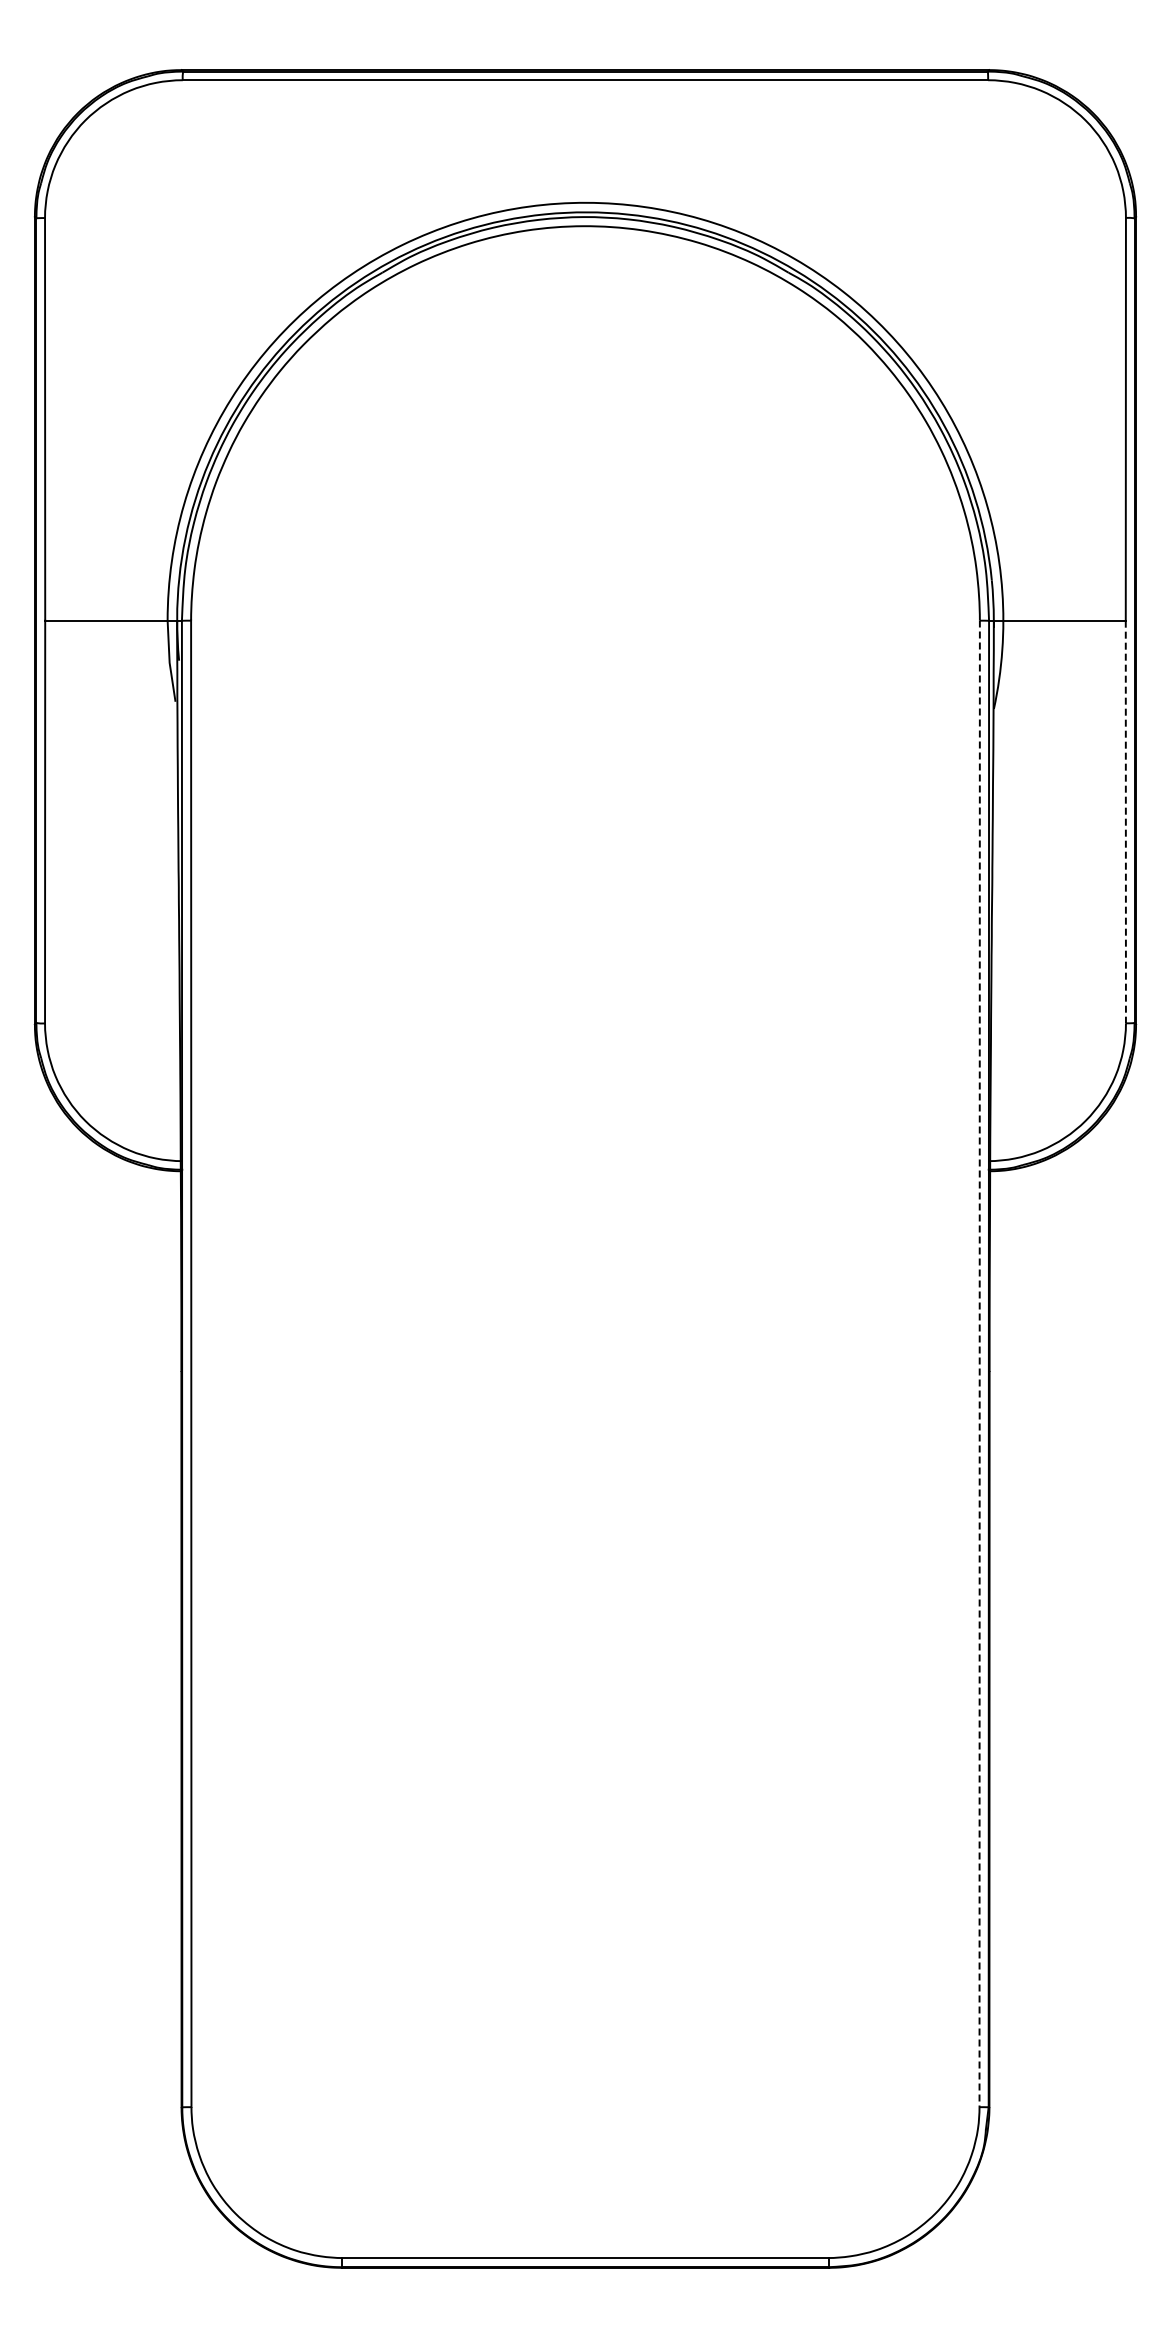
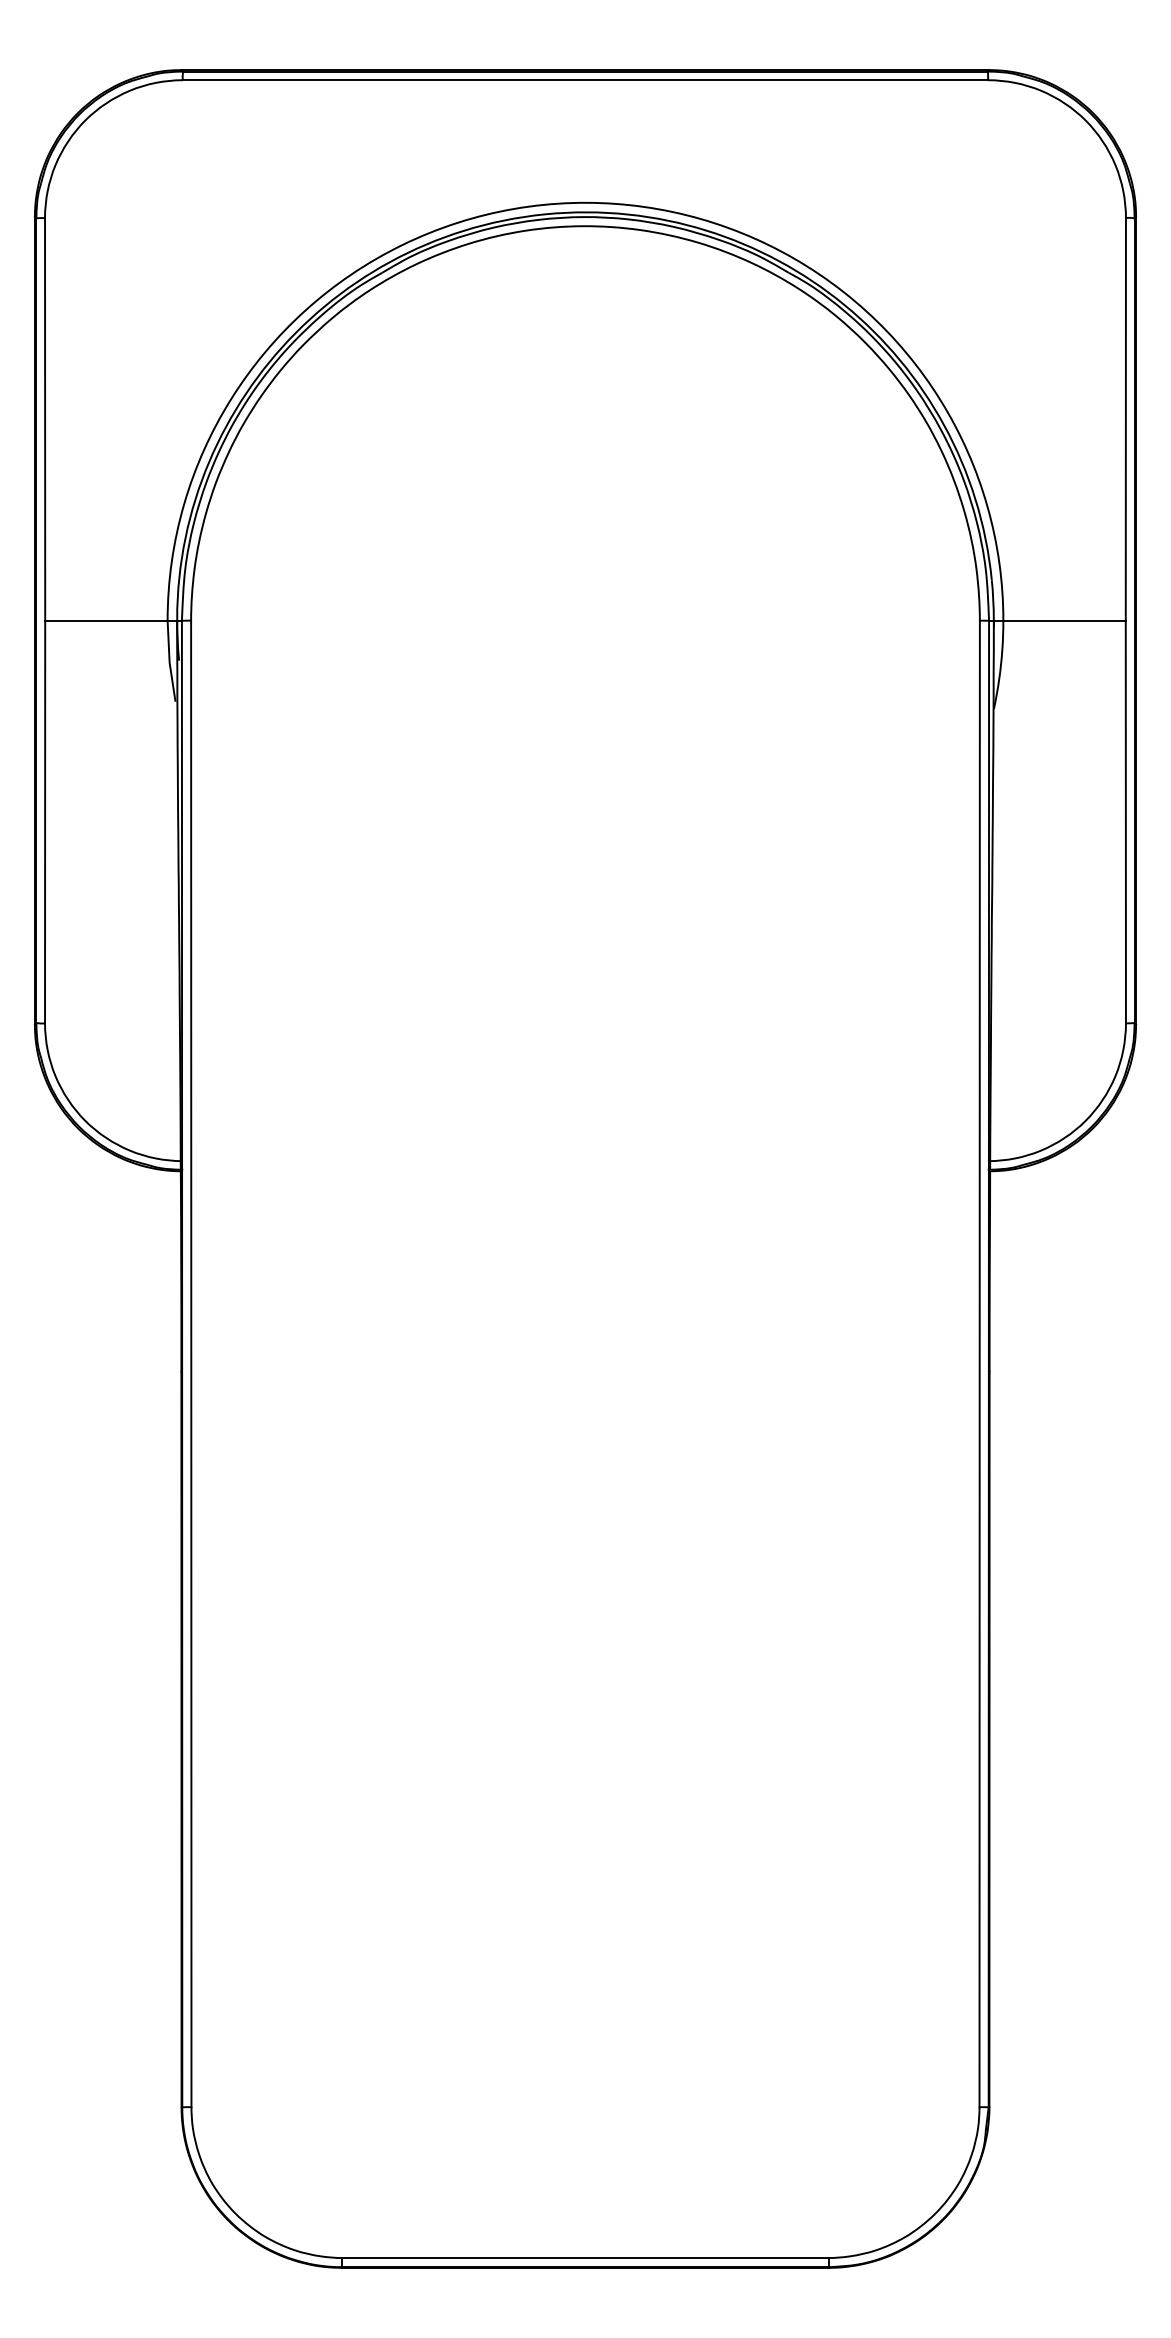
line at (1125, 822): dashed -> solid
line at (979, 1364): dashed -> solid
